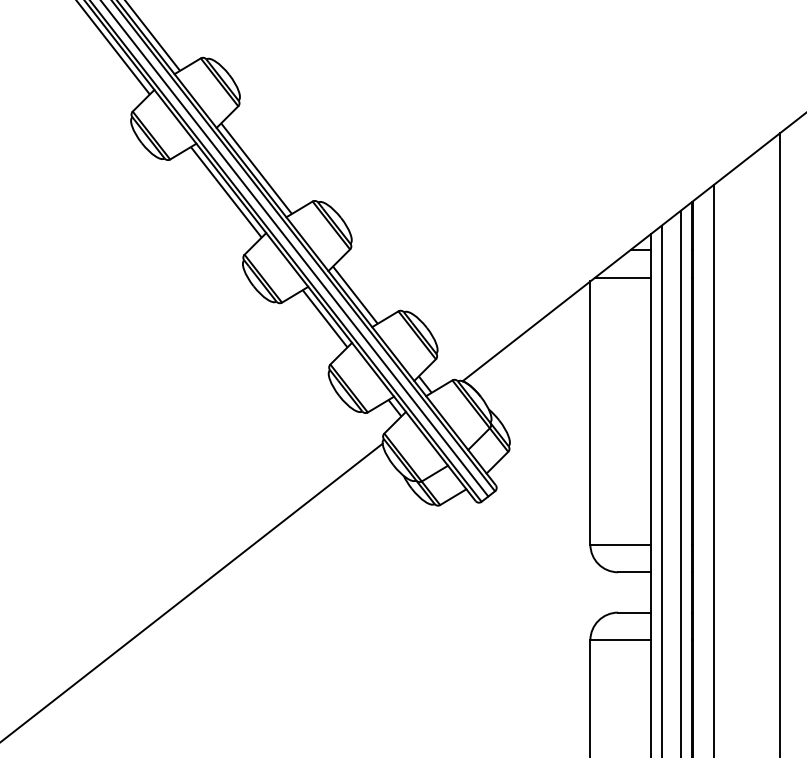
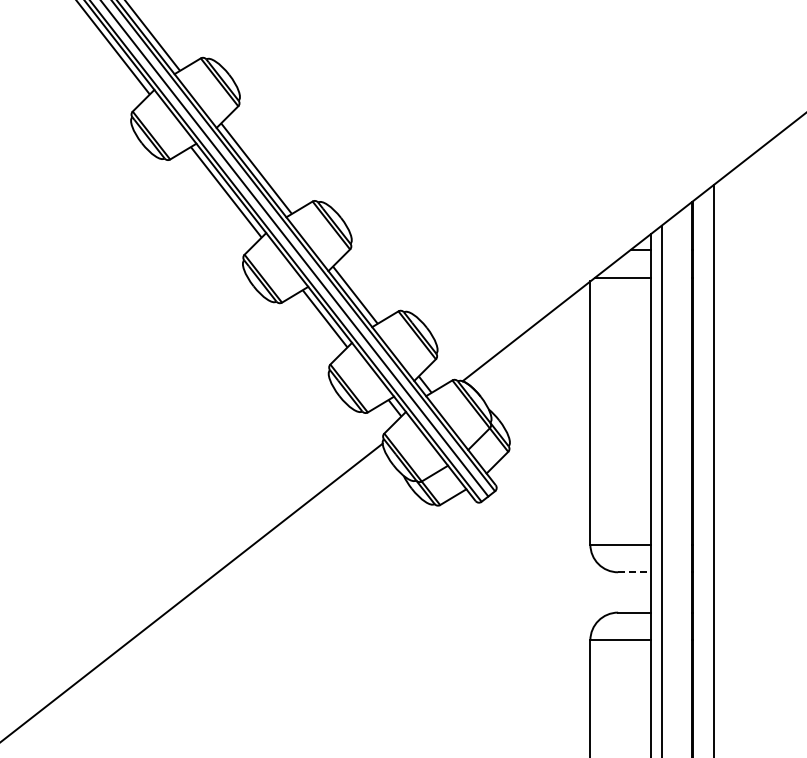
line at (780, 443): present -> none
line at (680, 482): present -> none
line at (635, 572): solid -> dashed
